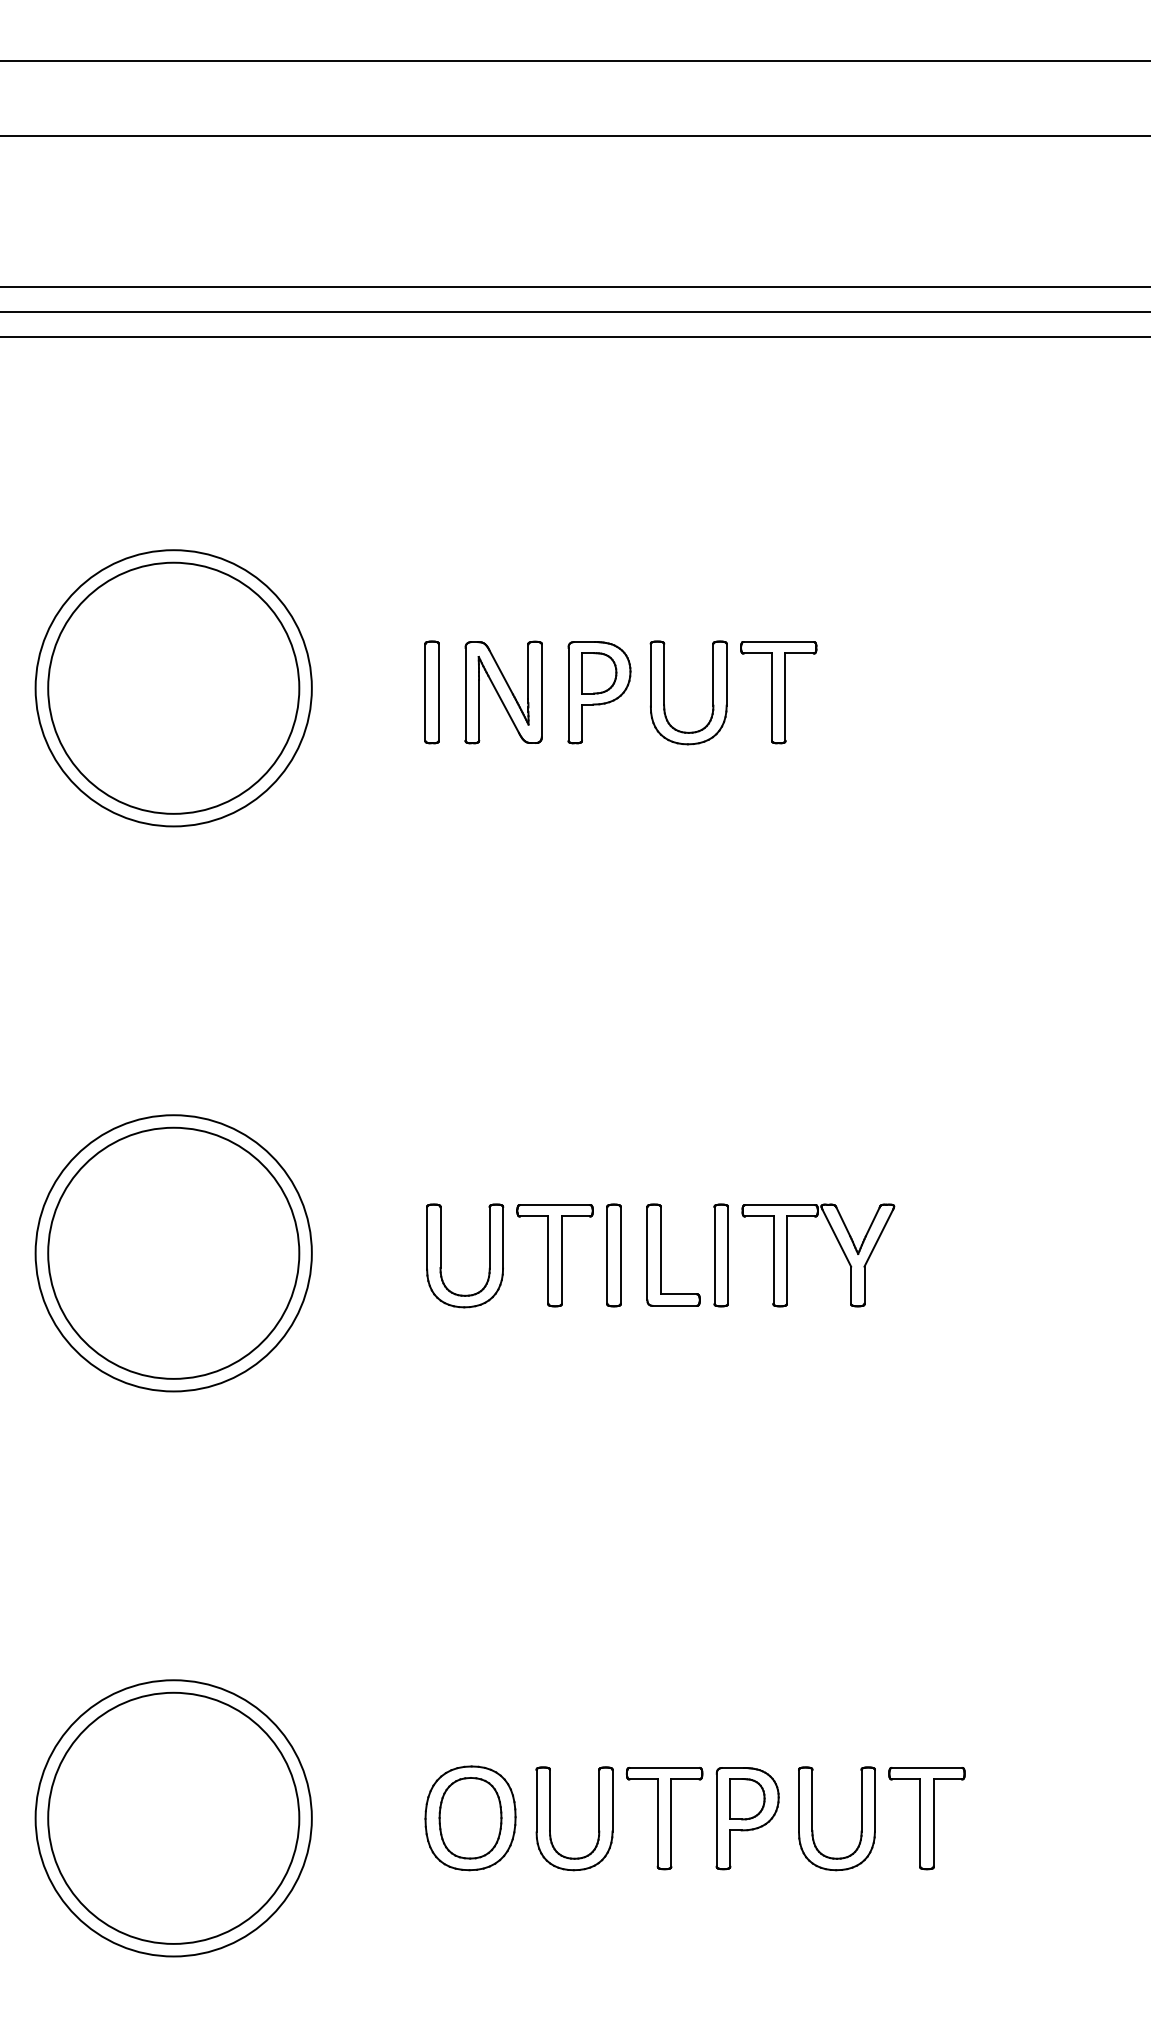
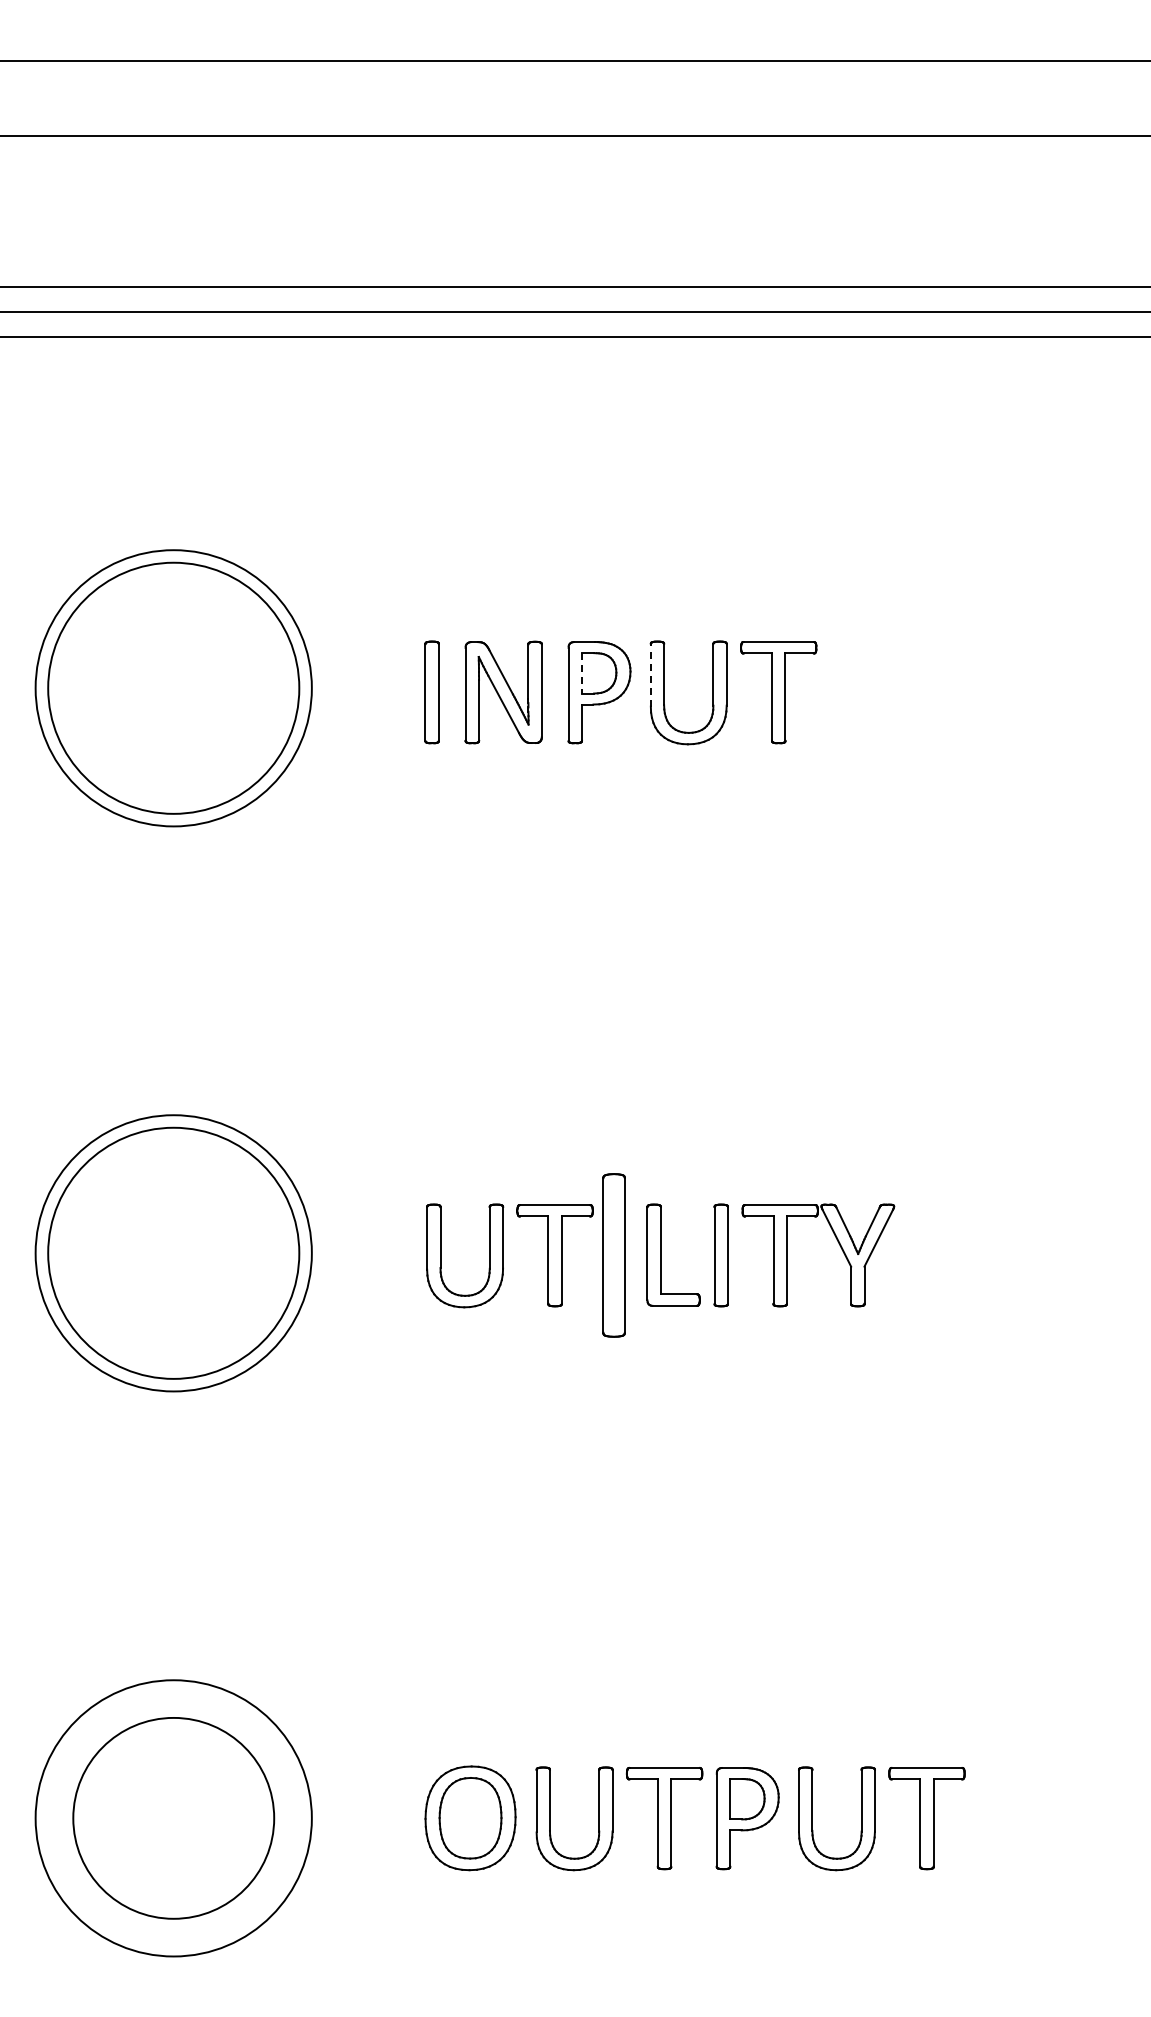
line at (581, 673): solid -> dashed
line at (650, 674): solid -> dashed
part at (613, 1255) size: 16x105 px -> 24x165 px
circle at (173, 1817) diameter: 251 px -> 201 px
